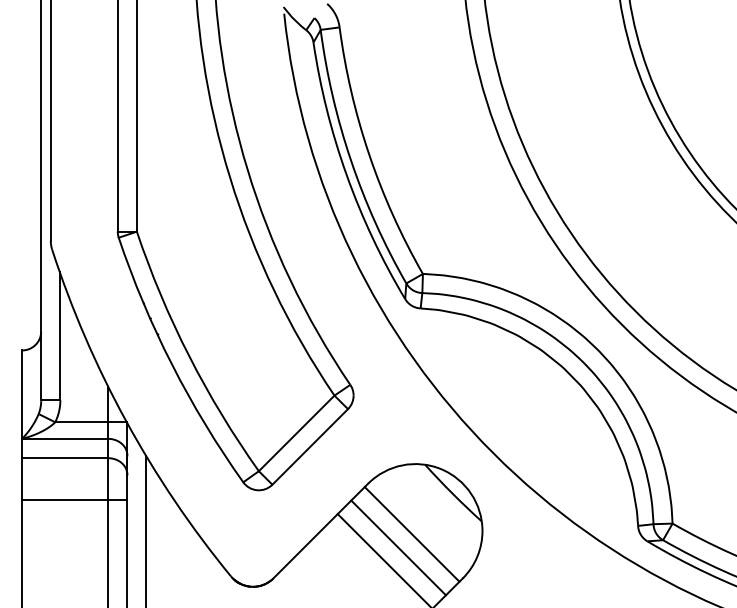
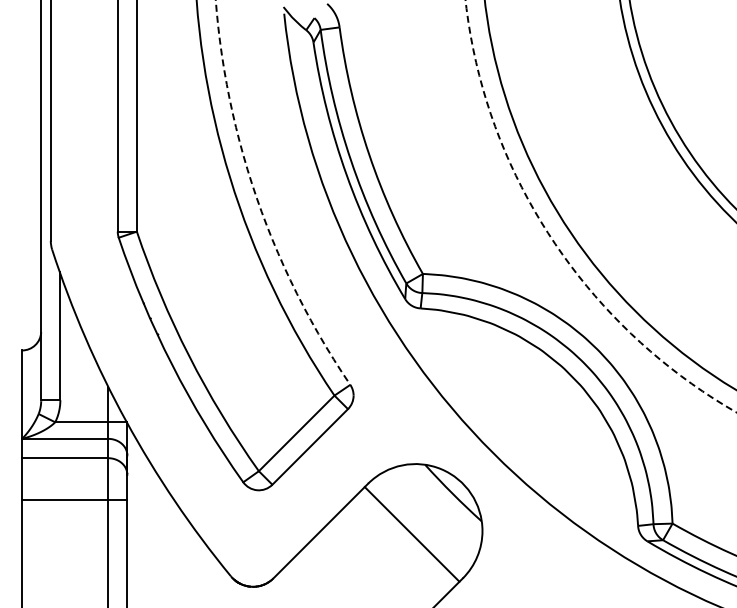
arc at (257, 200): solid -> dashed
arc at (553, 240): solid -> dashed
line at (146, 530): present -> none
line at (398, 547): present -> none
line at (382, 559): present -> none
